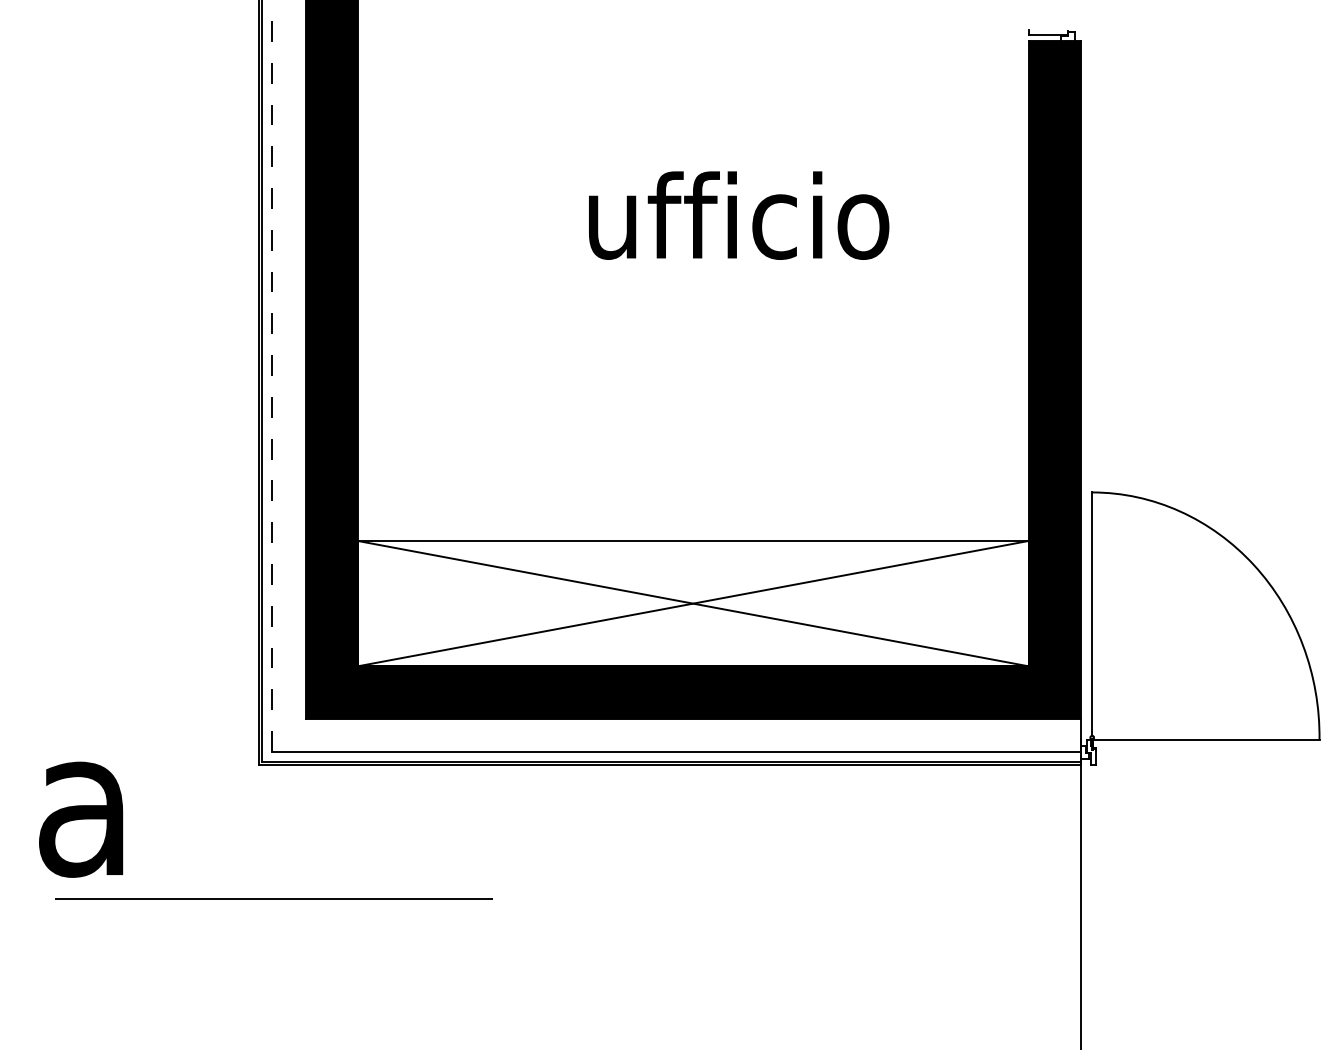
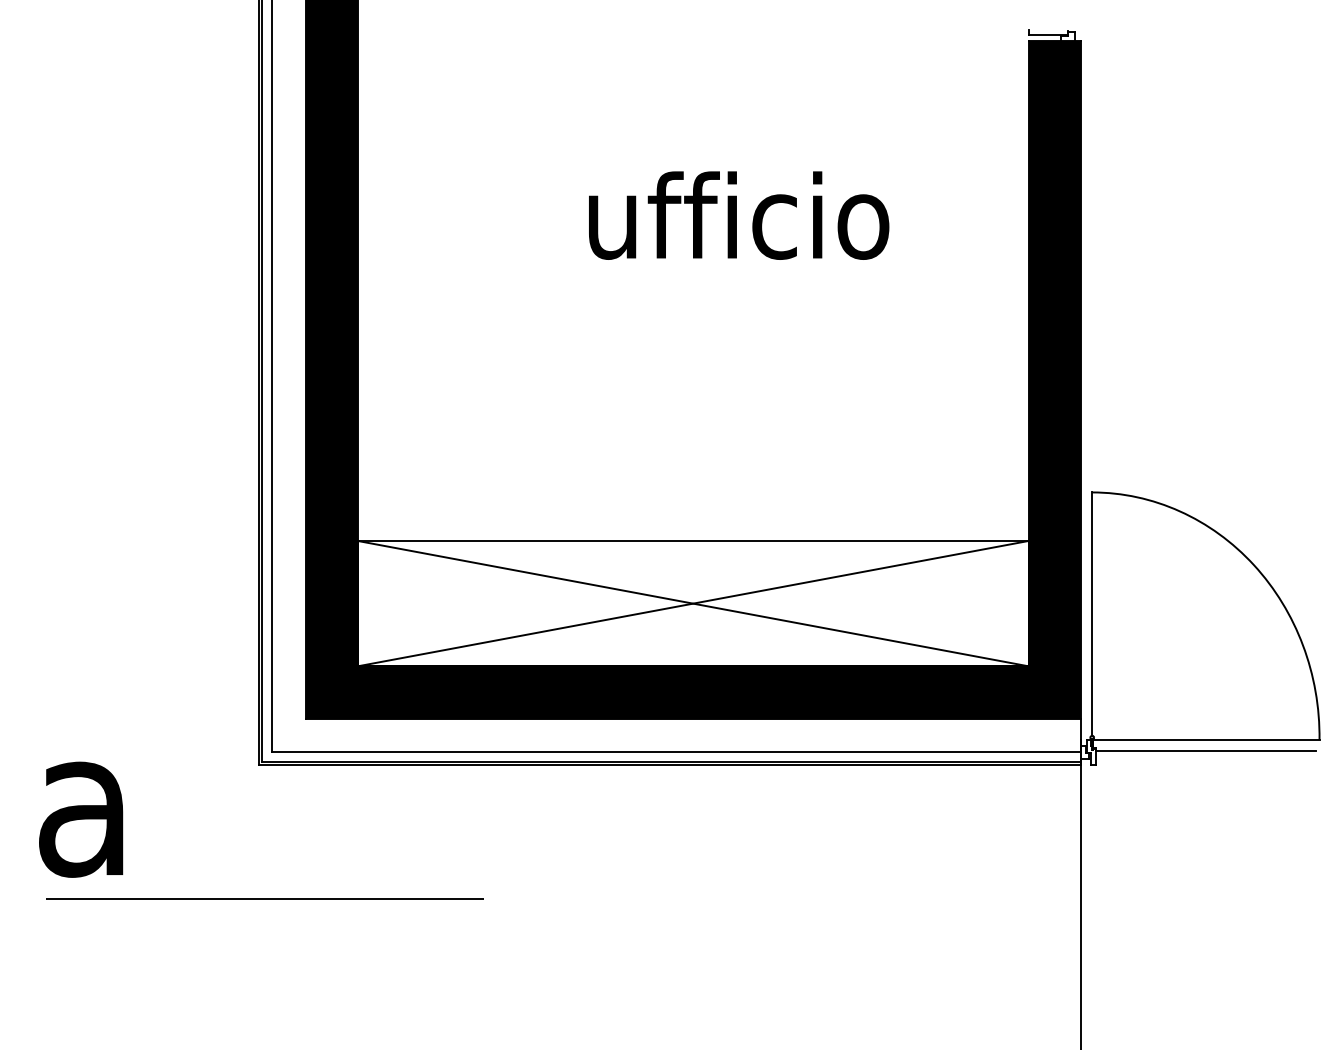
line at (272, 375): dashed -> solid
line at (1205, 751): none -> present
line at (273, 898) position: (273, 898) -> (264, 898)
